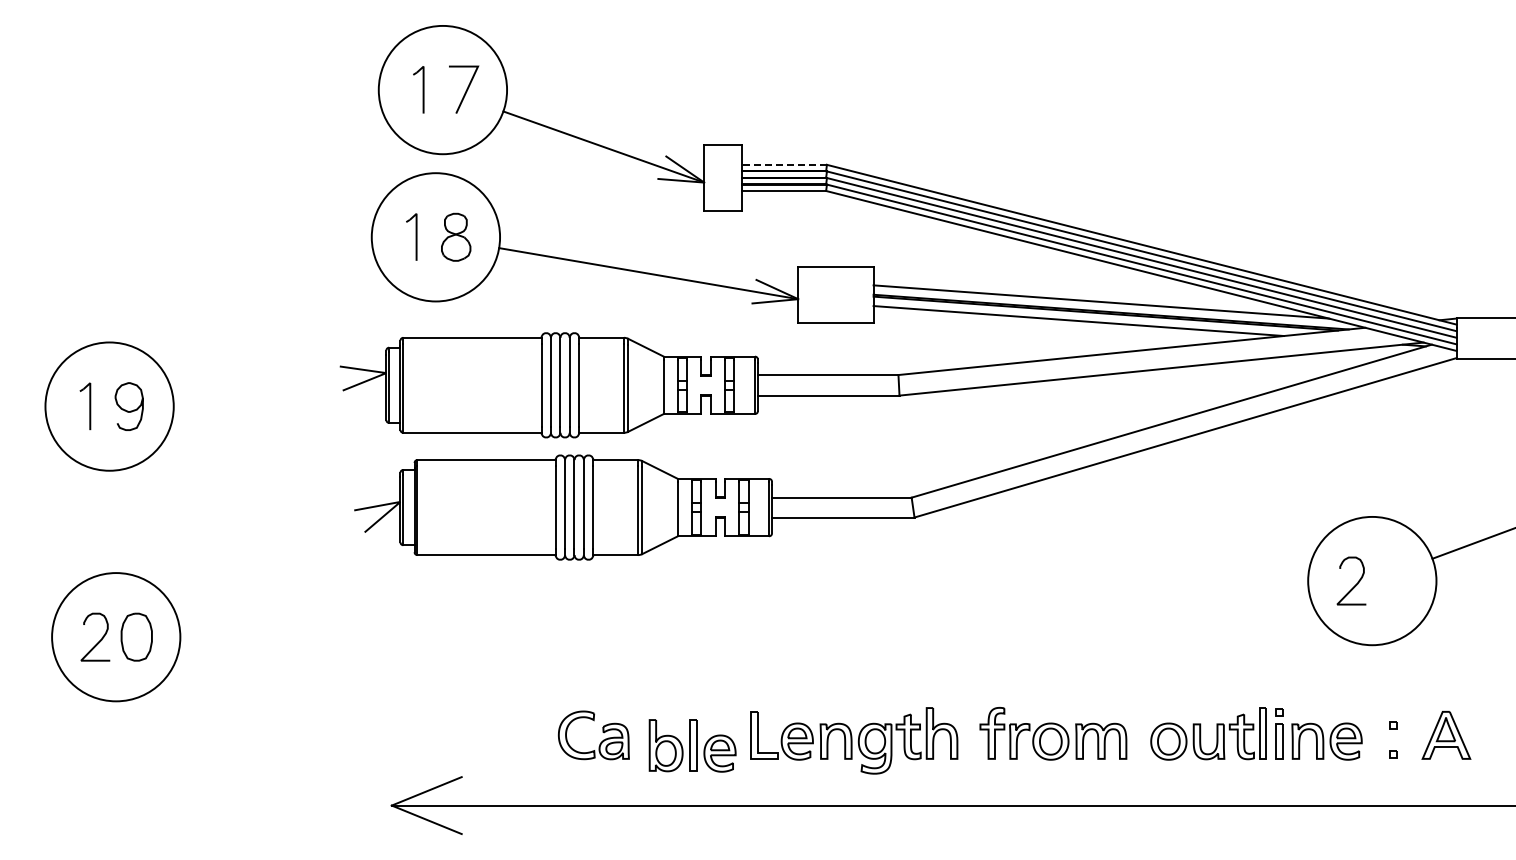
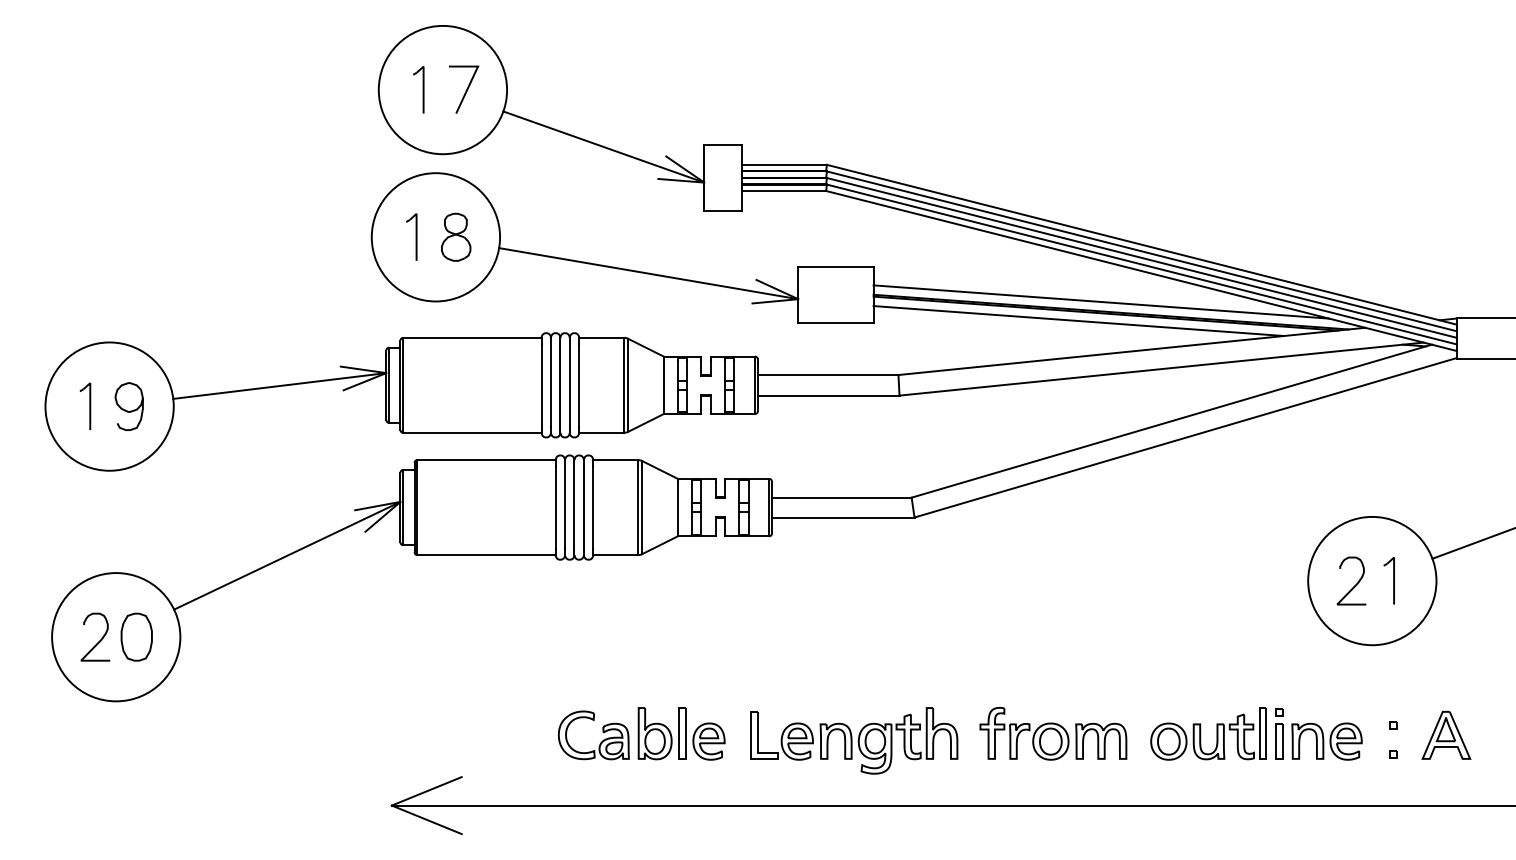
line at (784, 164): dashed -> solid
line at (279, 385): none -> present
line at (287, 555): none -> present
part at (1388, 580): none -> present
part at (692, 745) position: (692, 745) -> (681, 733)
